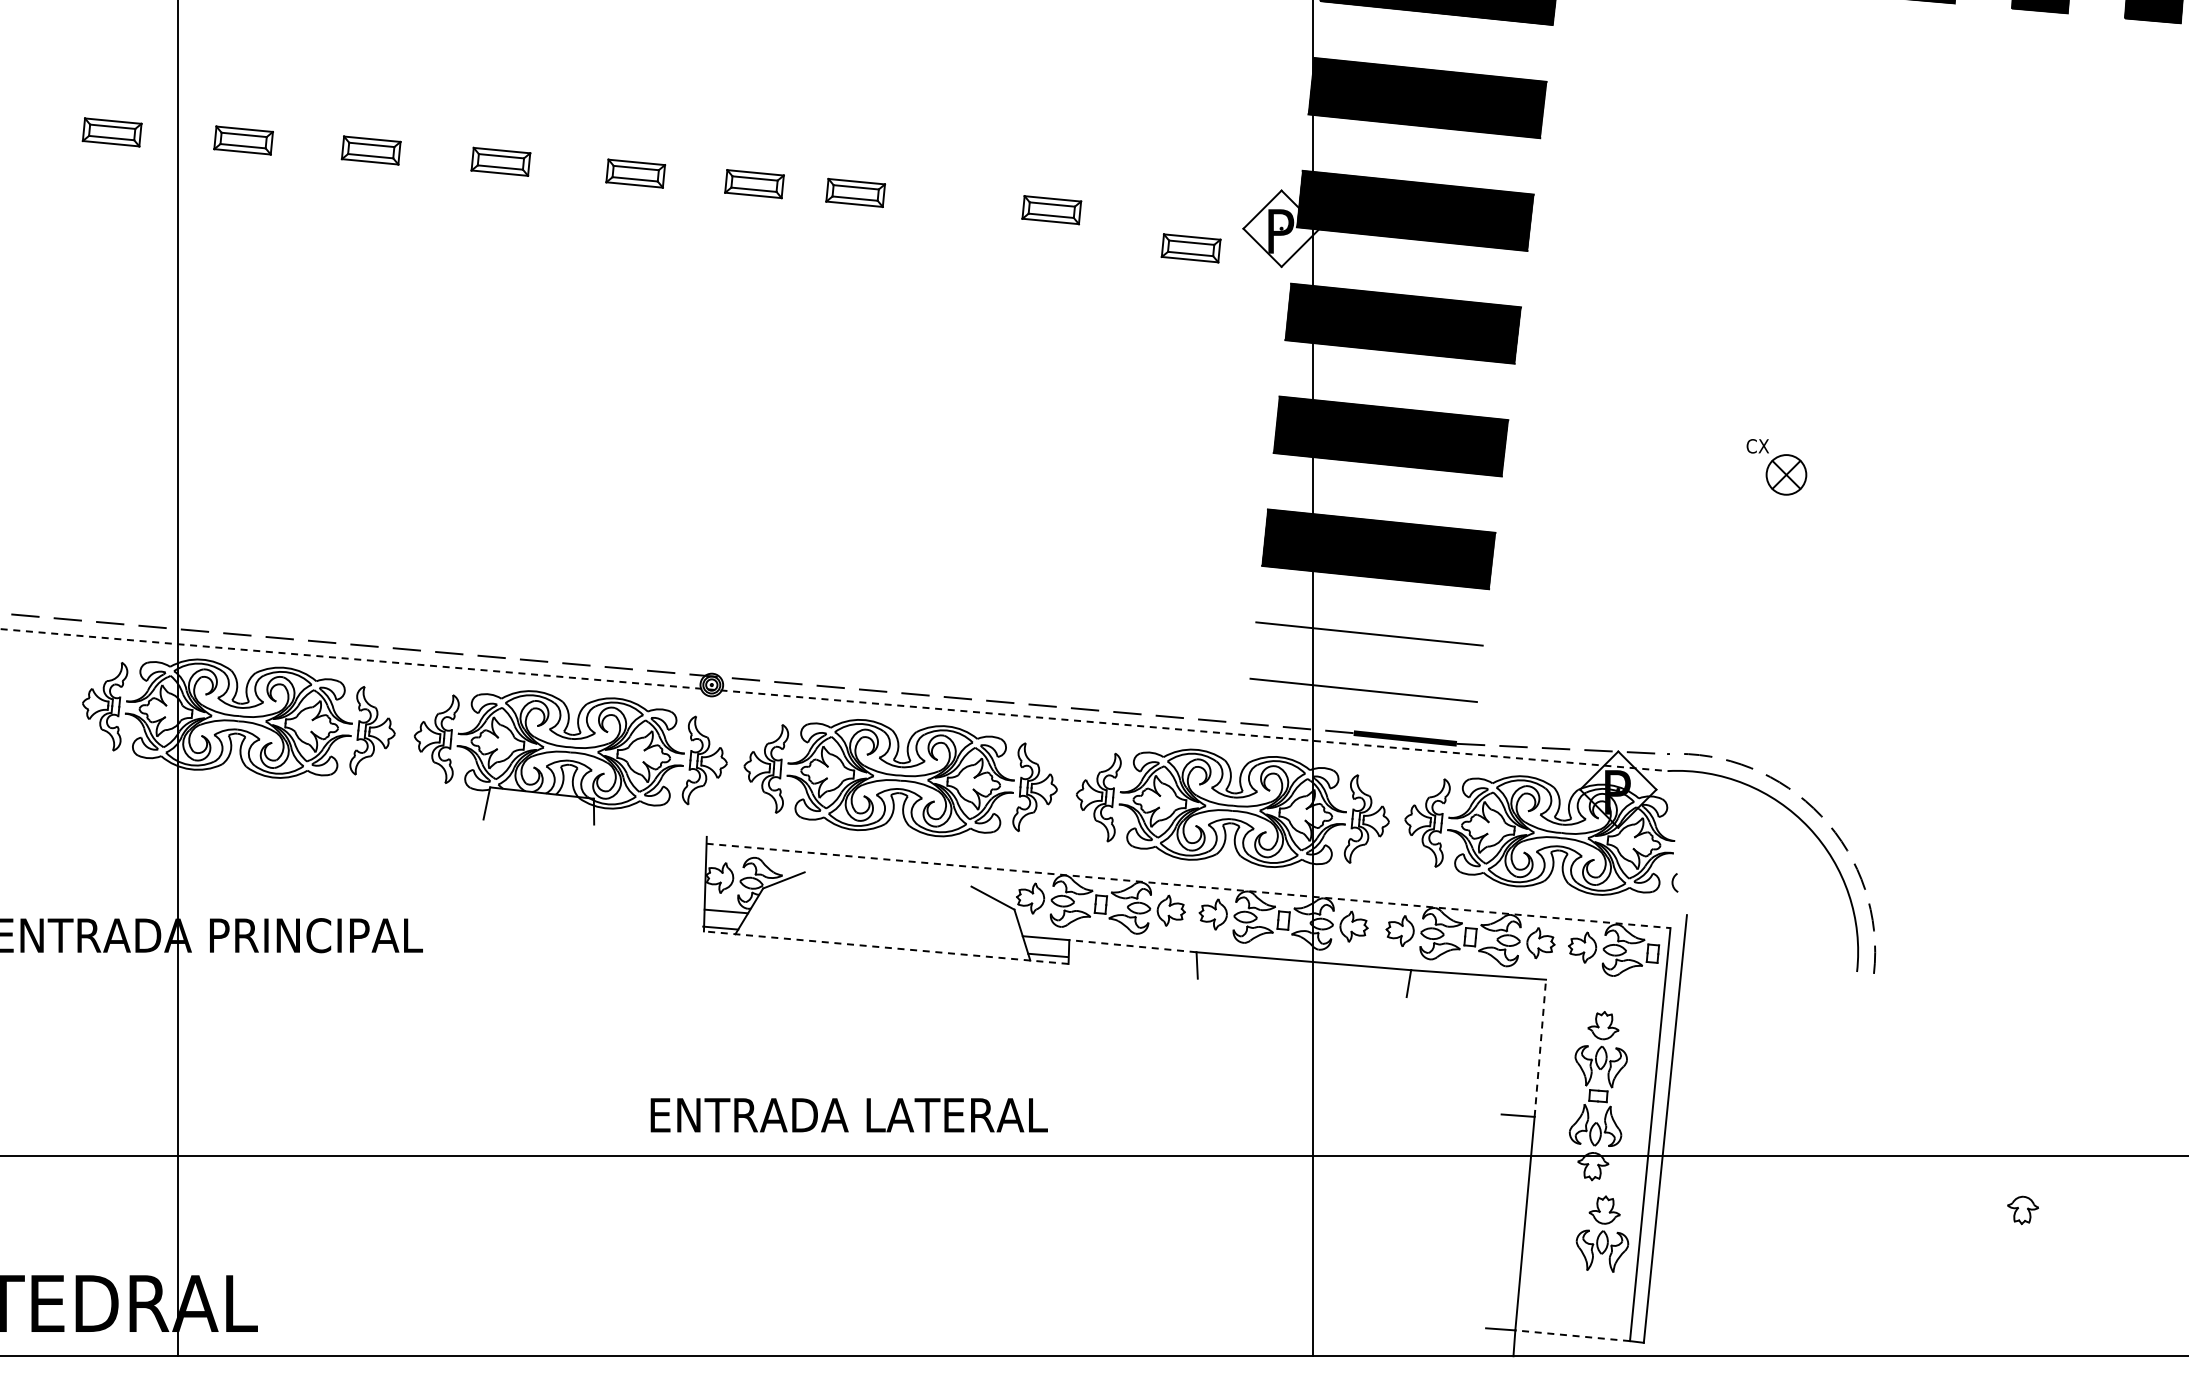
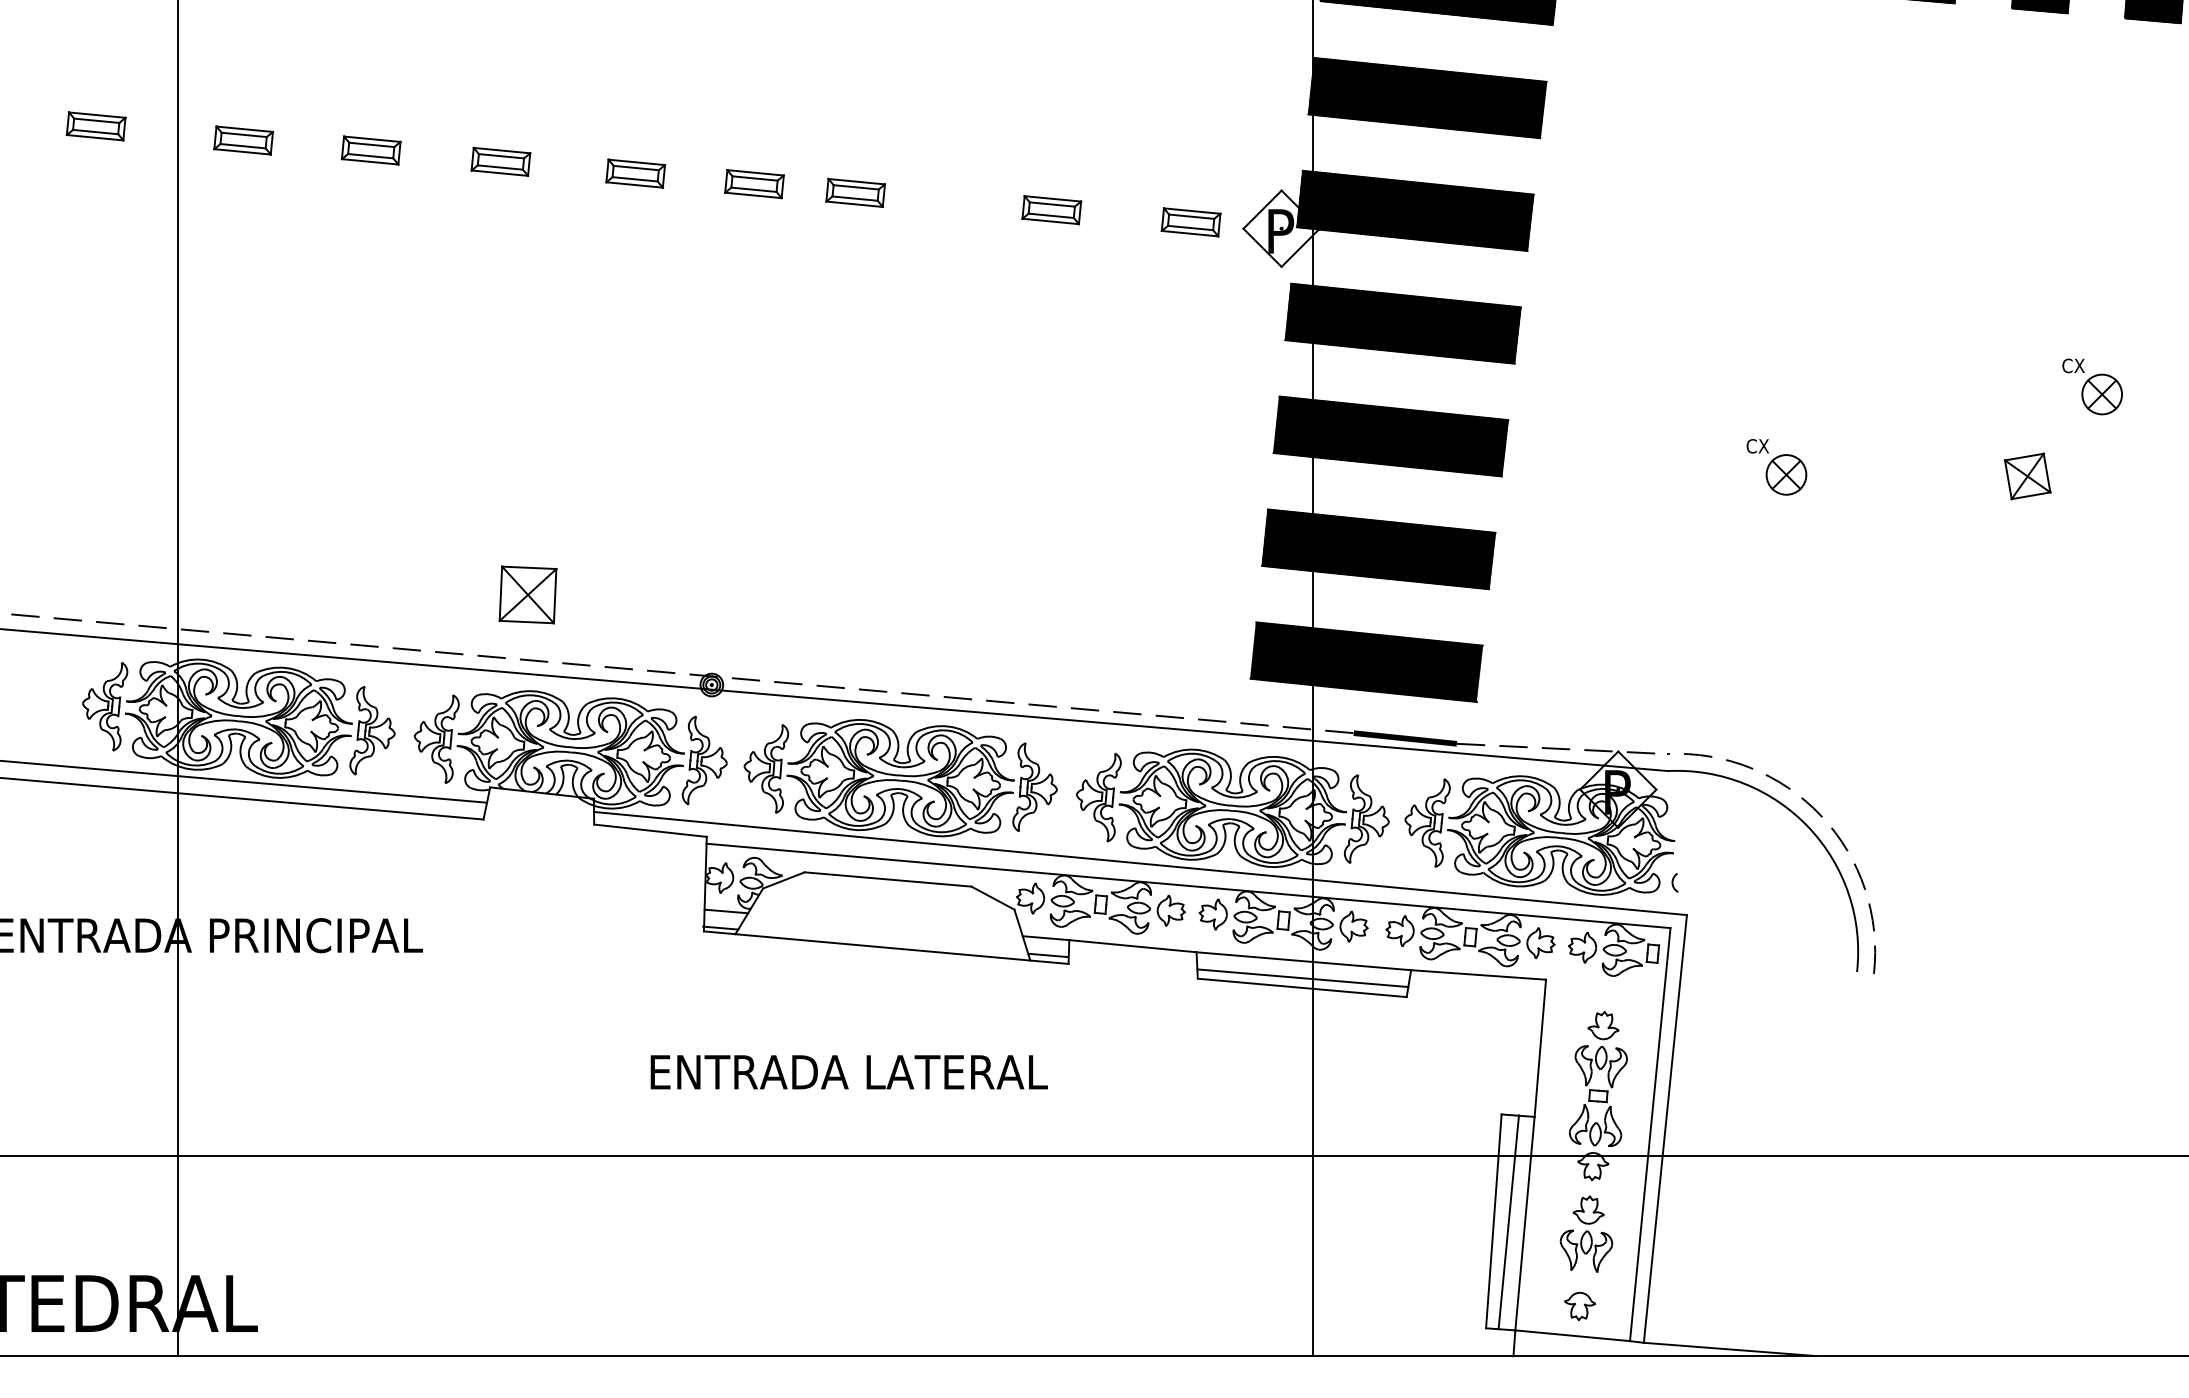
part at (111, 132) position: (111, 132) -> (95, 126)
part at (1190, 248) position: (1190, 248) -> (1190, 222)
part at (2092, 386): none -> present
part at (2027, 476): none -> present
part at (527, 594): none -> present
hatch at (1366, 661): none -> present
line at (834, 700): dashed -> solid
line at (244, 781): none -> present
line at (242, 798): none -> present
line at (650, 830): none -> present
line at (1140, 863): none -> present
line at (887, 879): none -> present
line at (1188, 885): dashed -> solid
line at (1132, 946): dashed -> solid
line at (885, 947): dashed -> solid
line at (1302, 978): none -> present
line at (1301, 987): none -> present
line at (1540, 1048): dashed -> solid
text at (848, 1115) position: (848, 1115) -> (848, 1072)
part at (2022, 1210) position: (2022, 1210) -> (1579, 1306)
line at (1493, 1221): none -> present
line at (1508, 1222): none -> present
part at (1602, 1233) position: (1602, 1233) -> (1586, 1233)
line at (1572, 1335): dashed -> solid
line at (1729, 1349): none -> present
